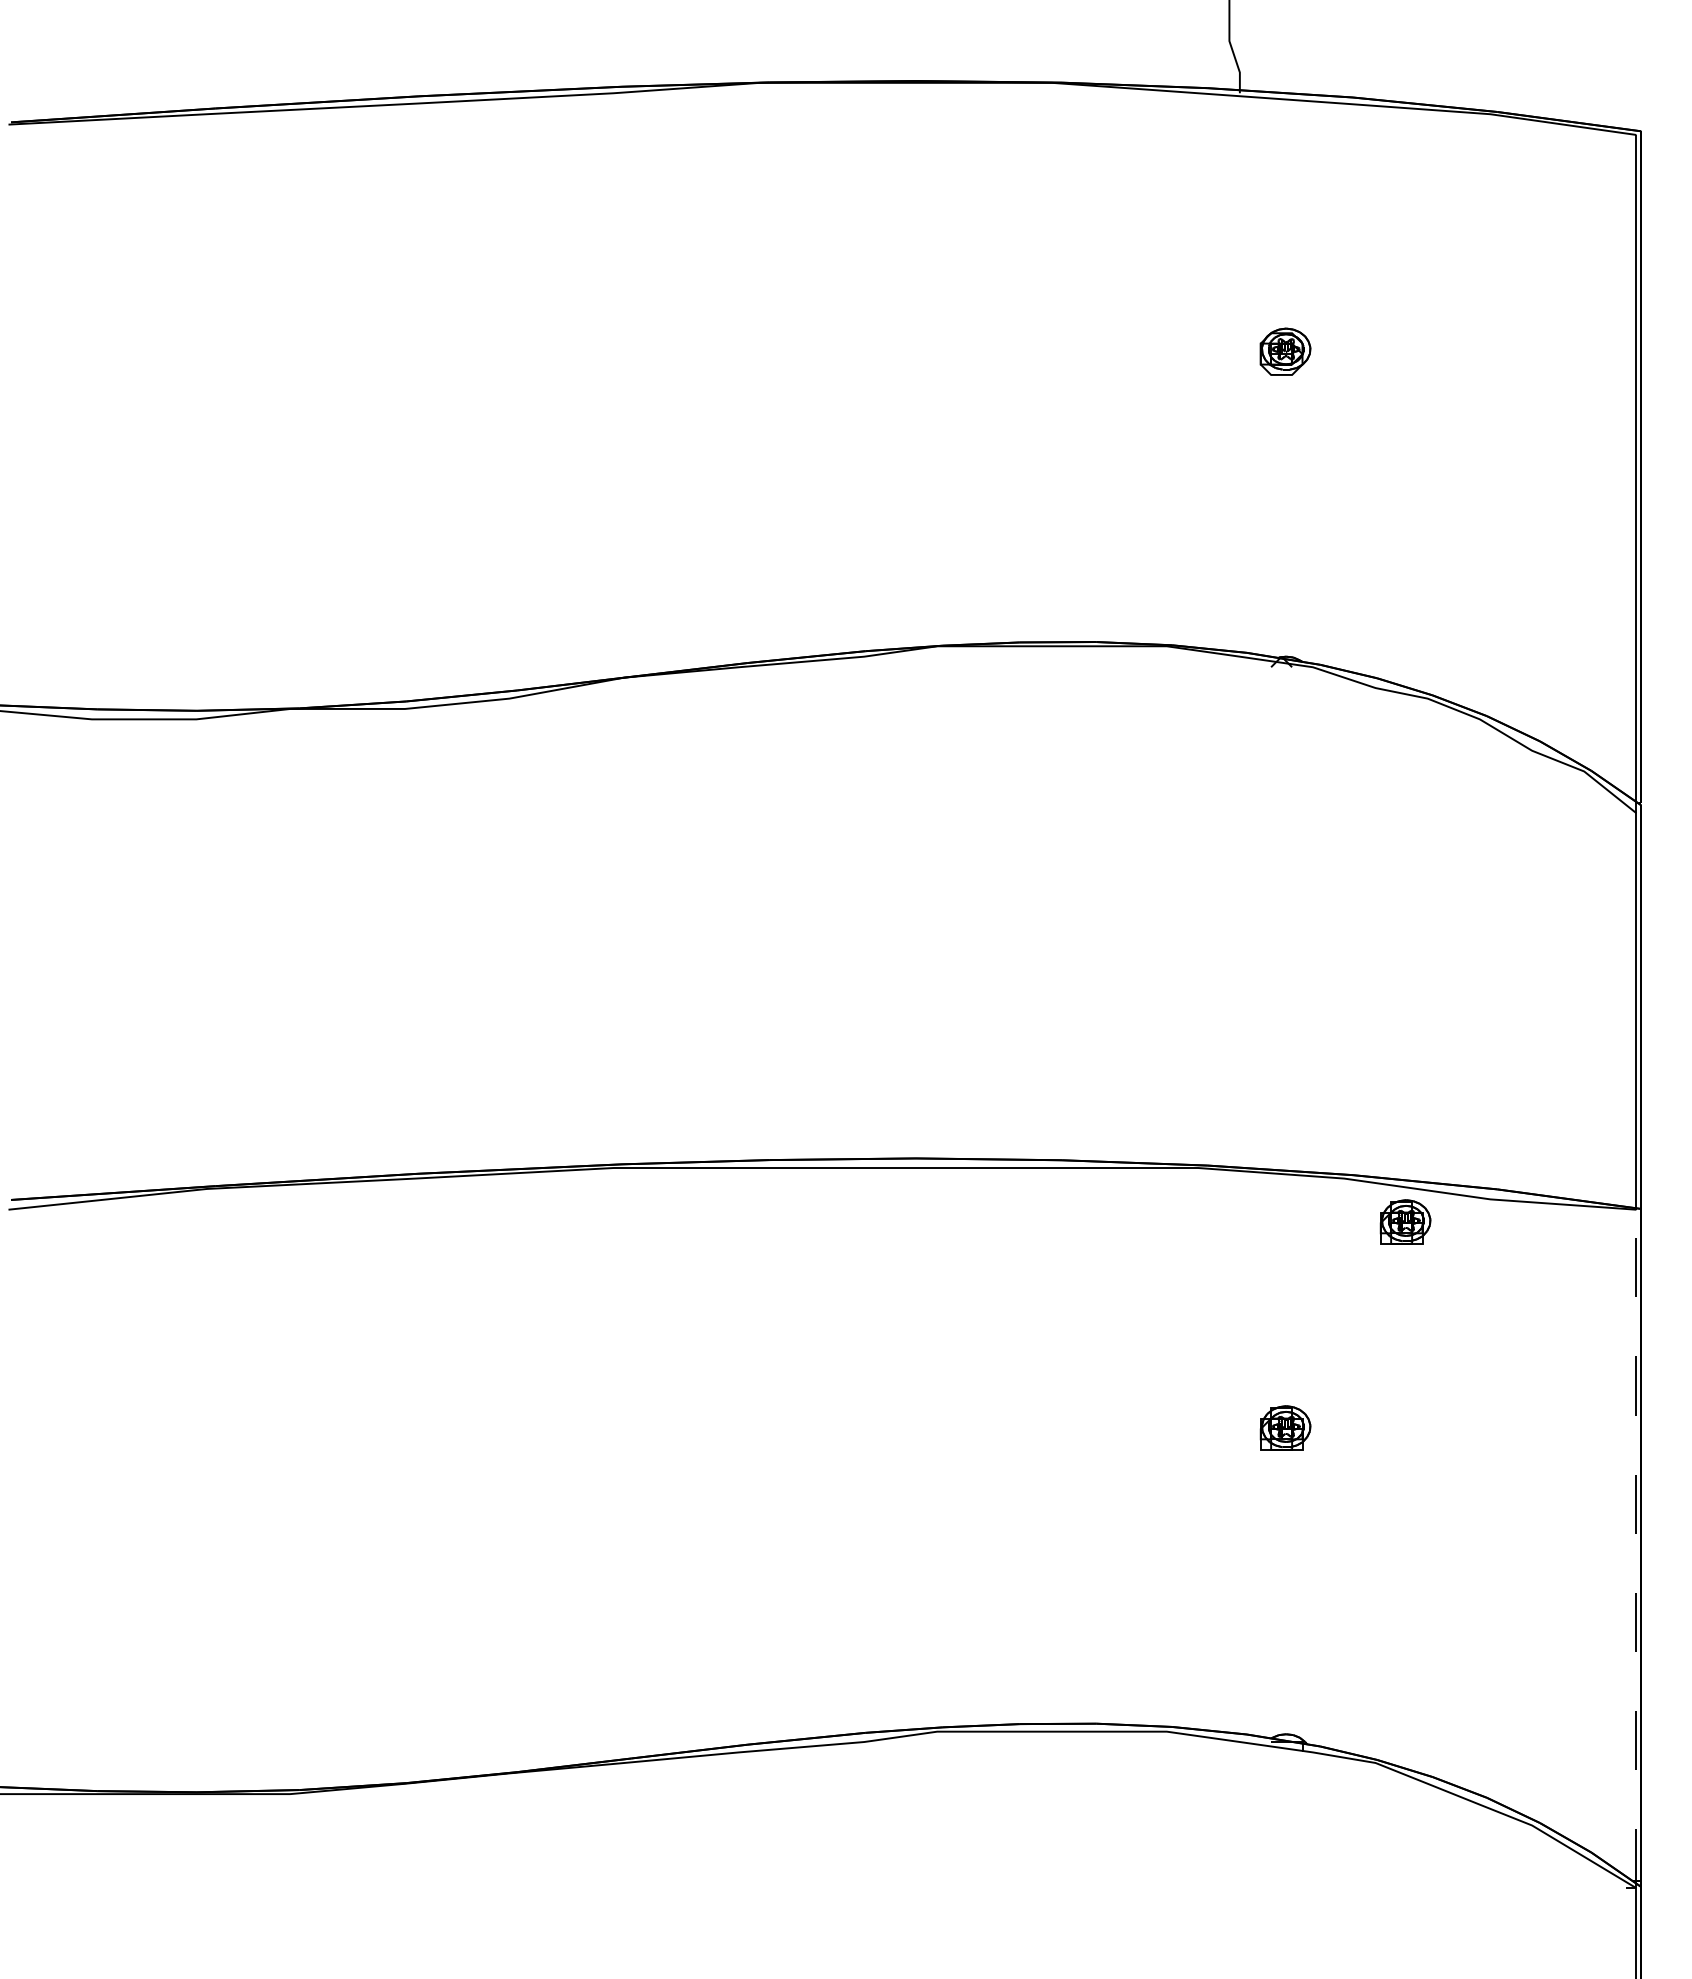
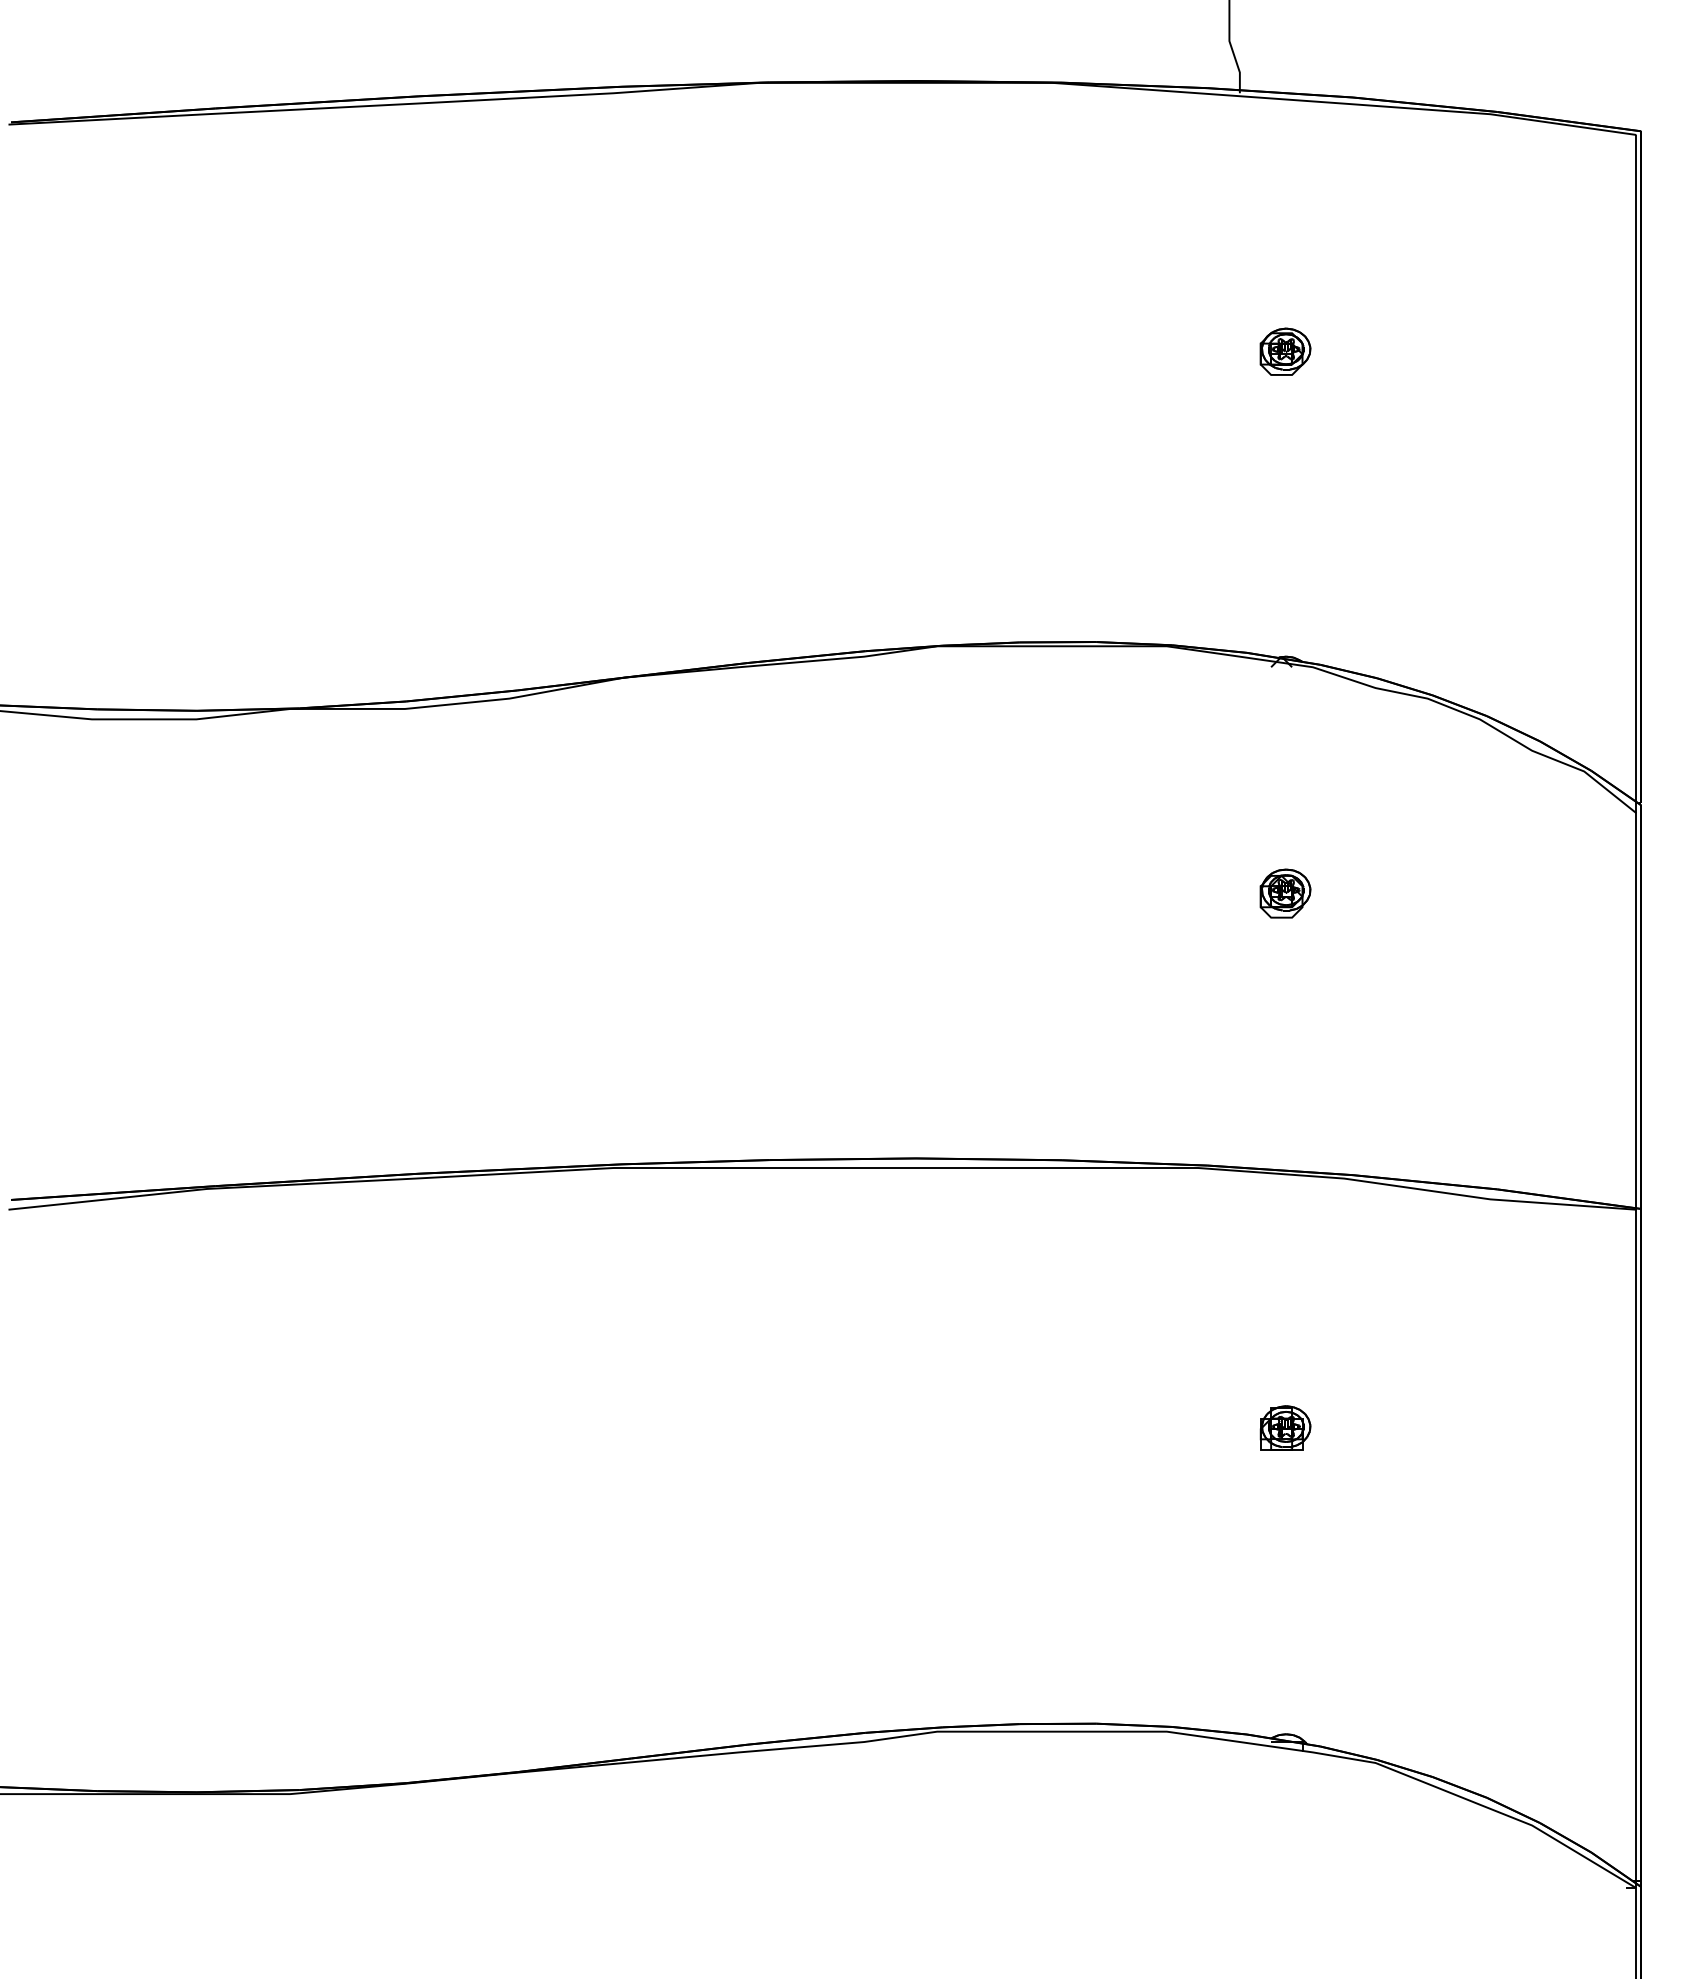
part at (1285, 893): none -> present
part at (1405, 1221): present -> none
line at (1636, 1548): dashed -> solid
